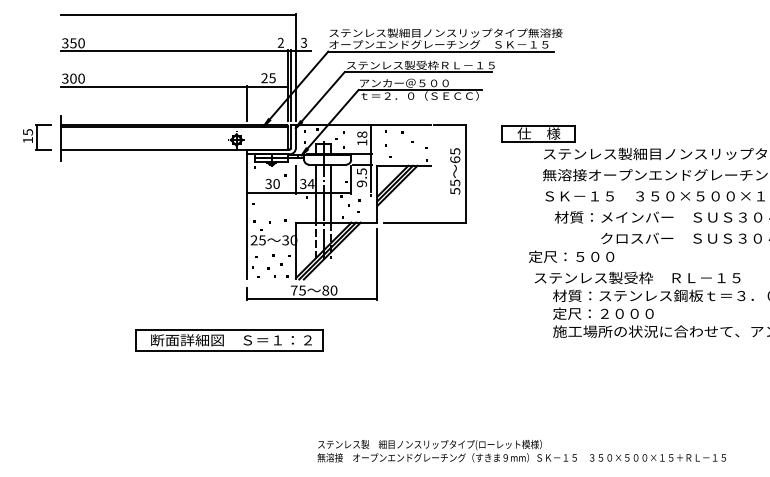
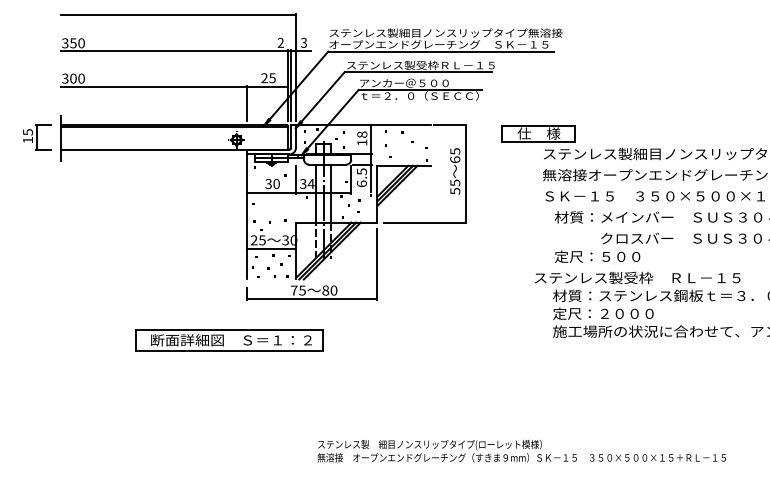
text at (361, 183): 9.5 -> 6.5
line at (271, 248): none -> present
text at (571, 256) position: (571, 256) -> (597, 256)
